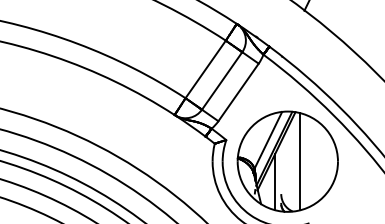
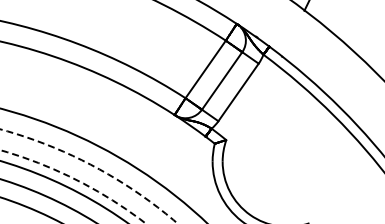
part at (287, 161): present -> none
arc at (92, 165): solid -> dashed
arc at (76, 180): solid -> dashed
